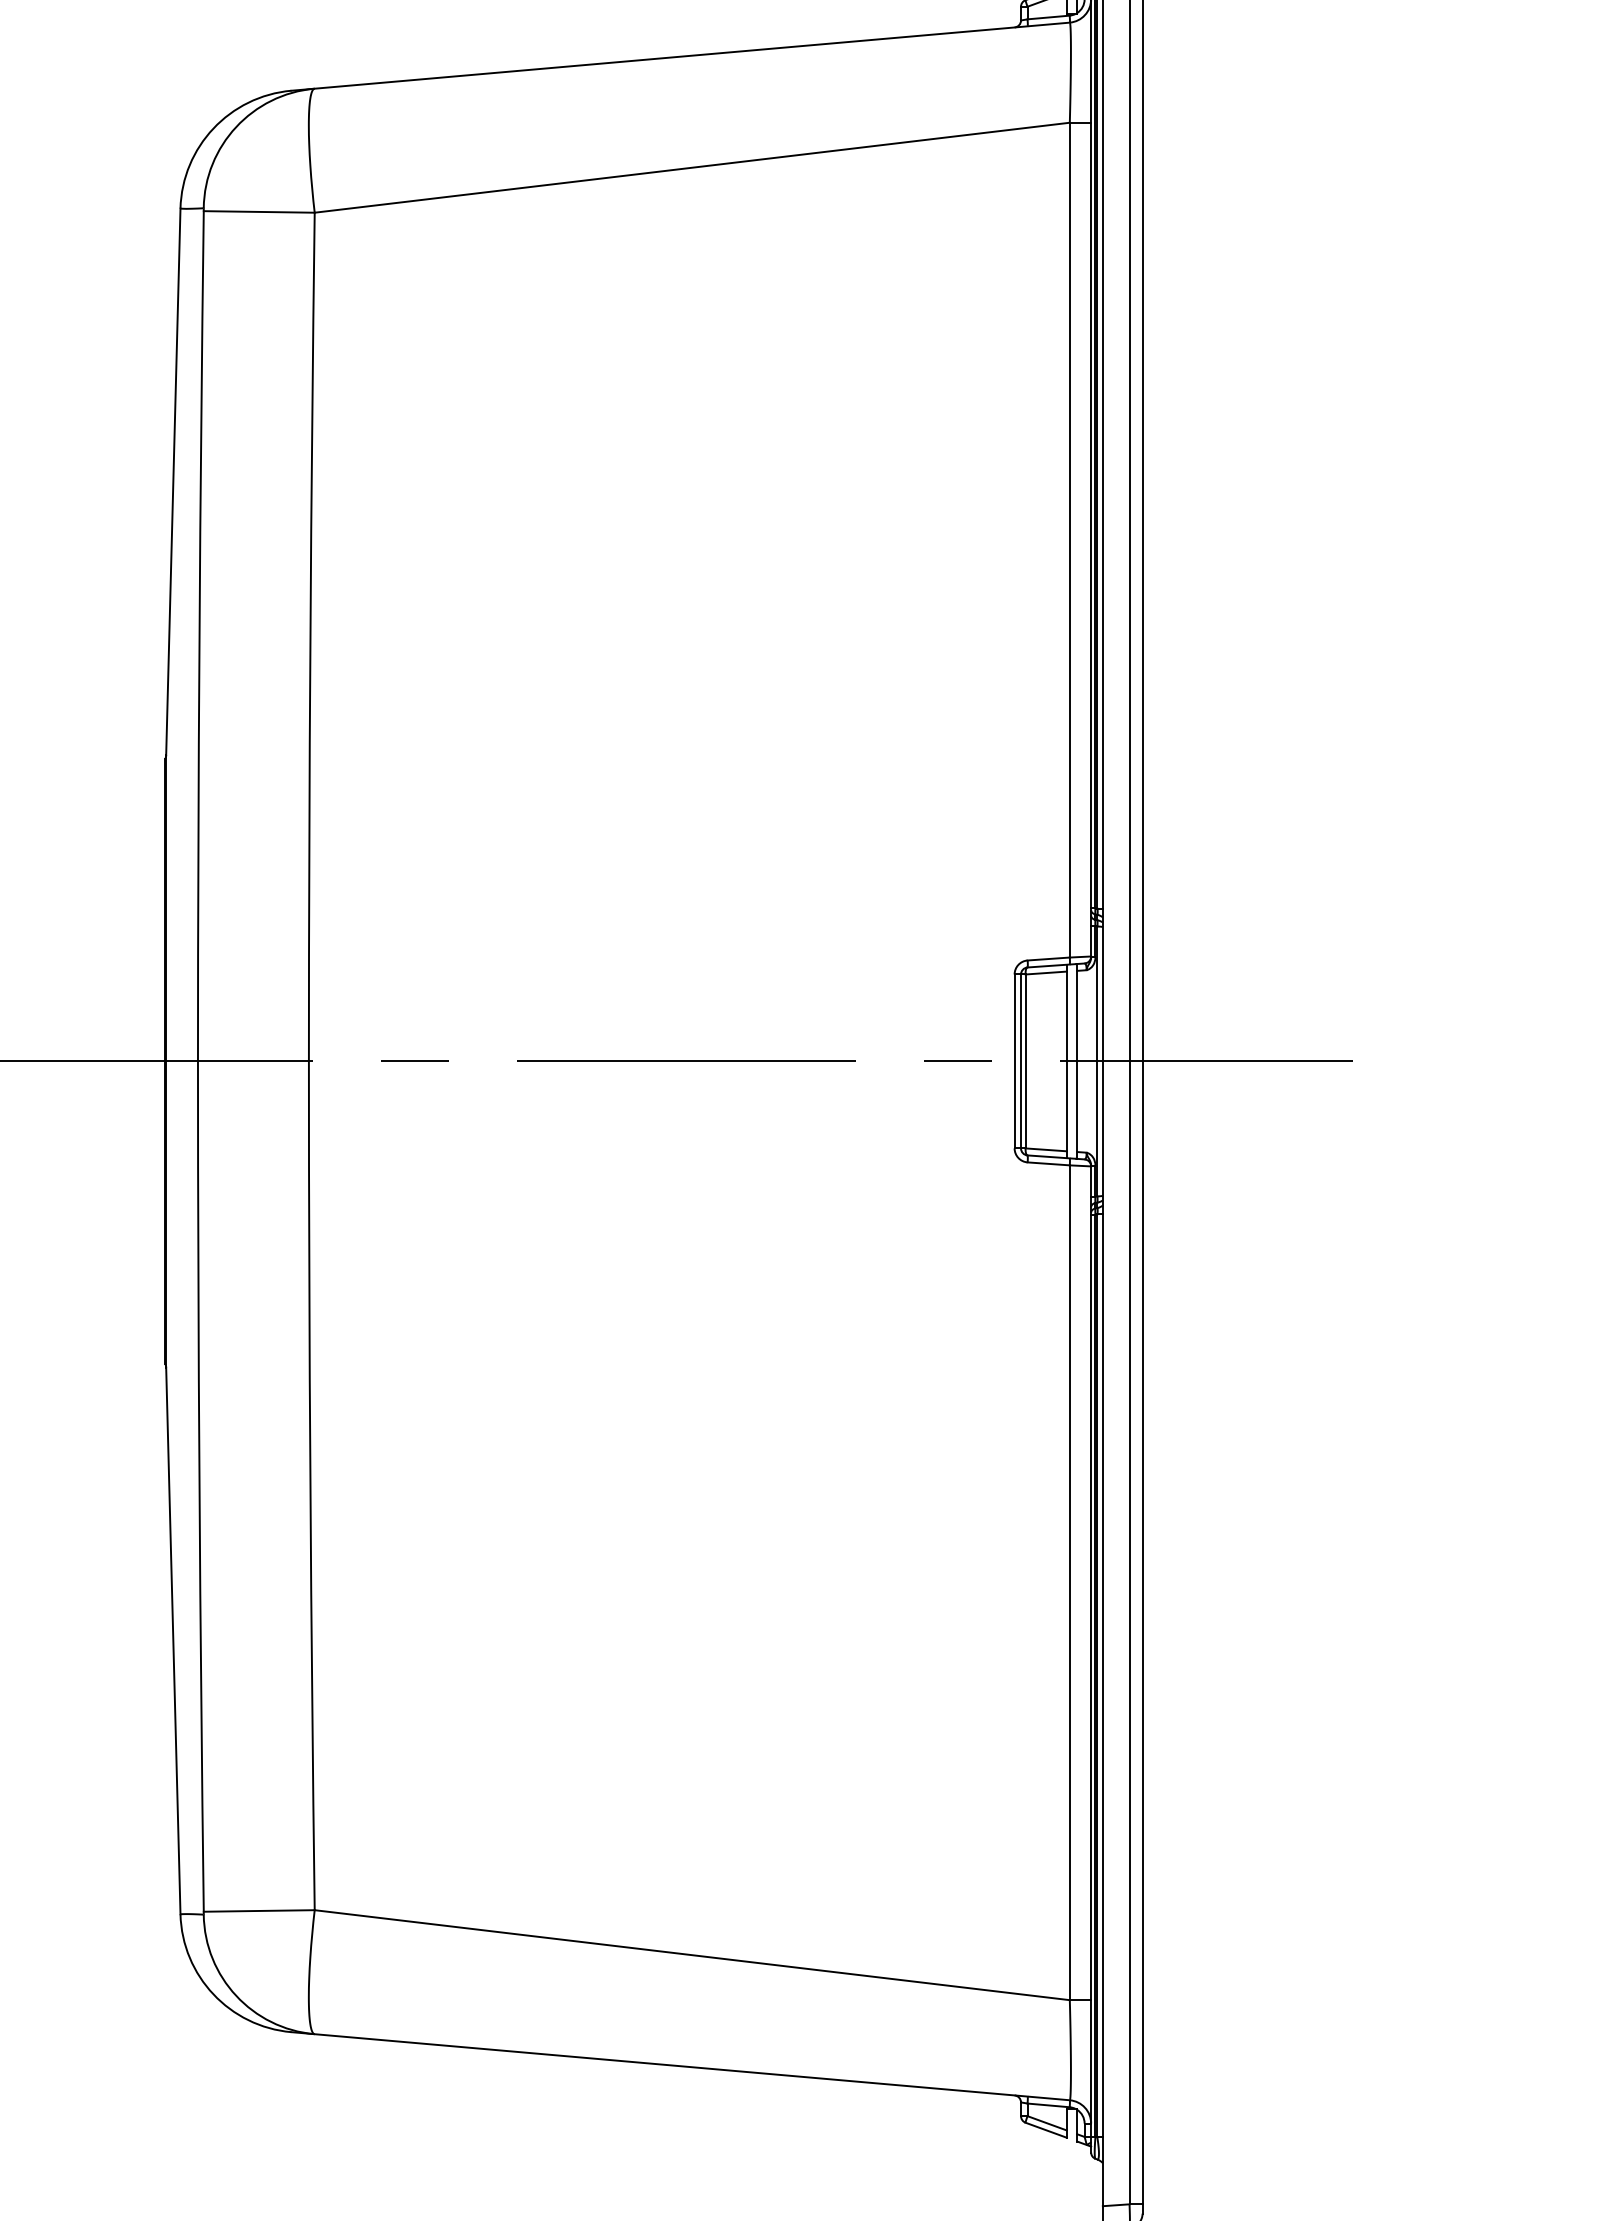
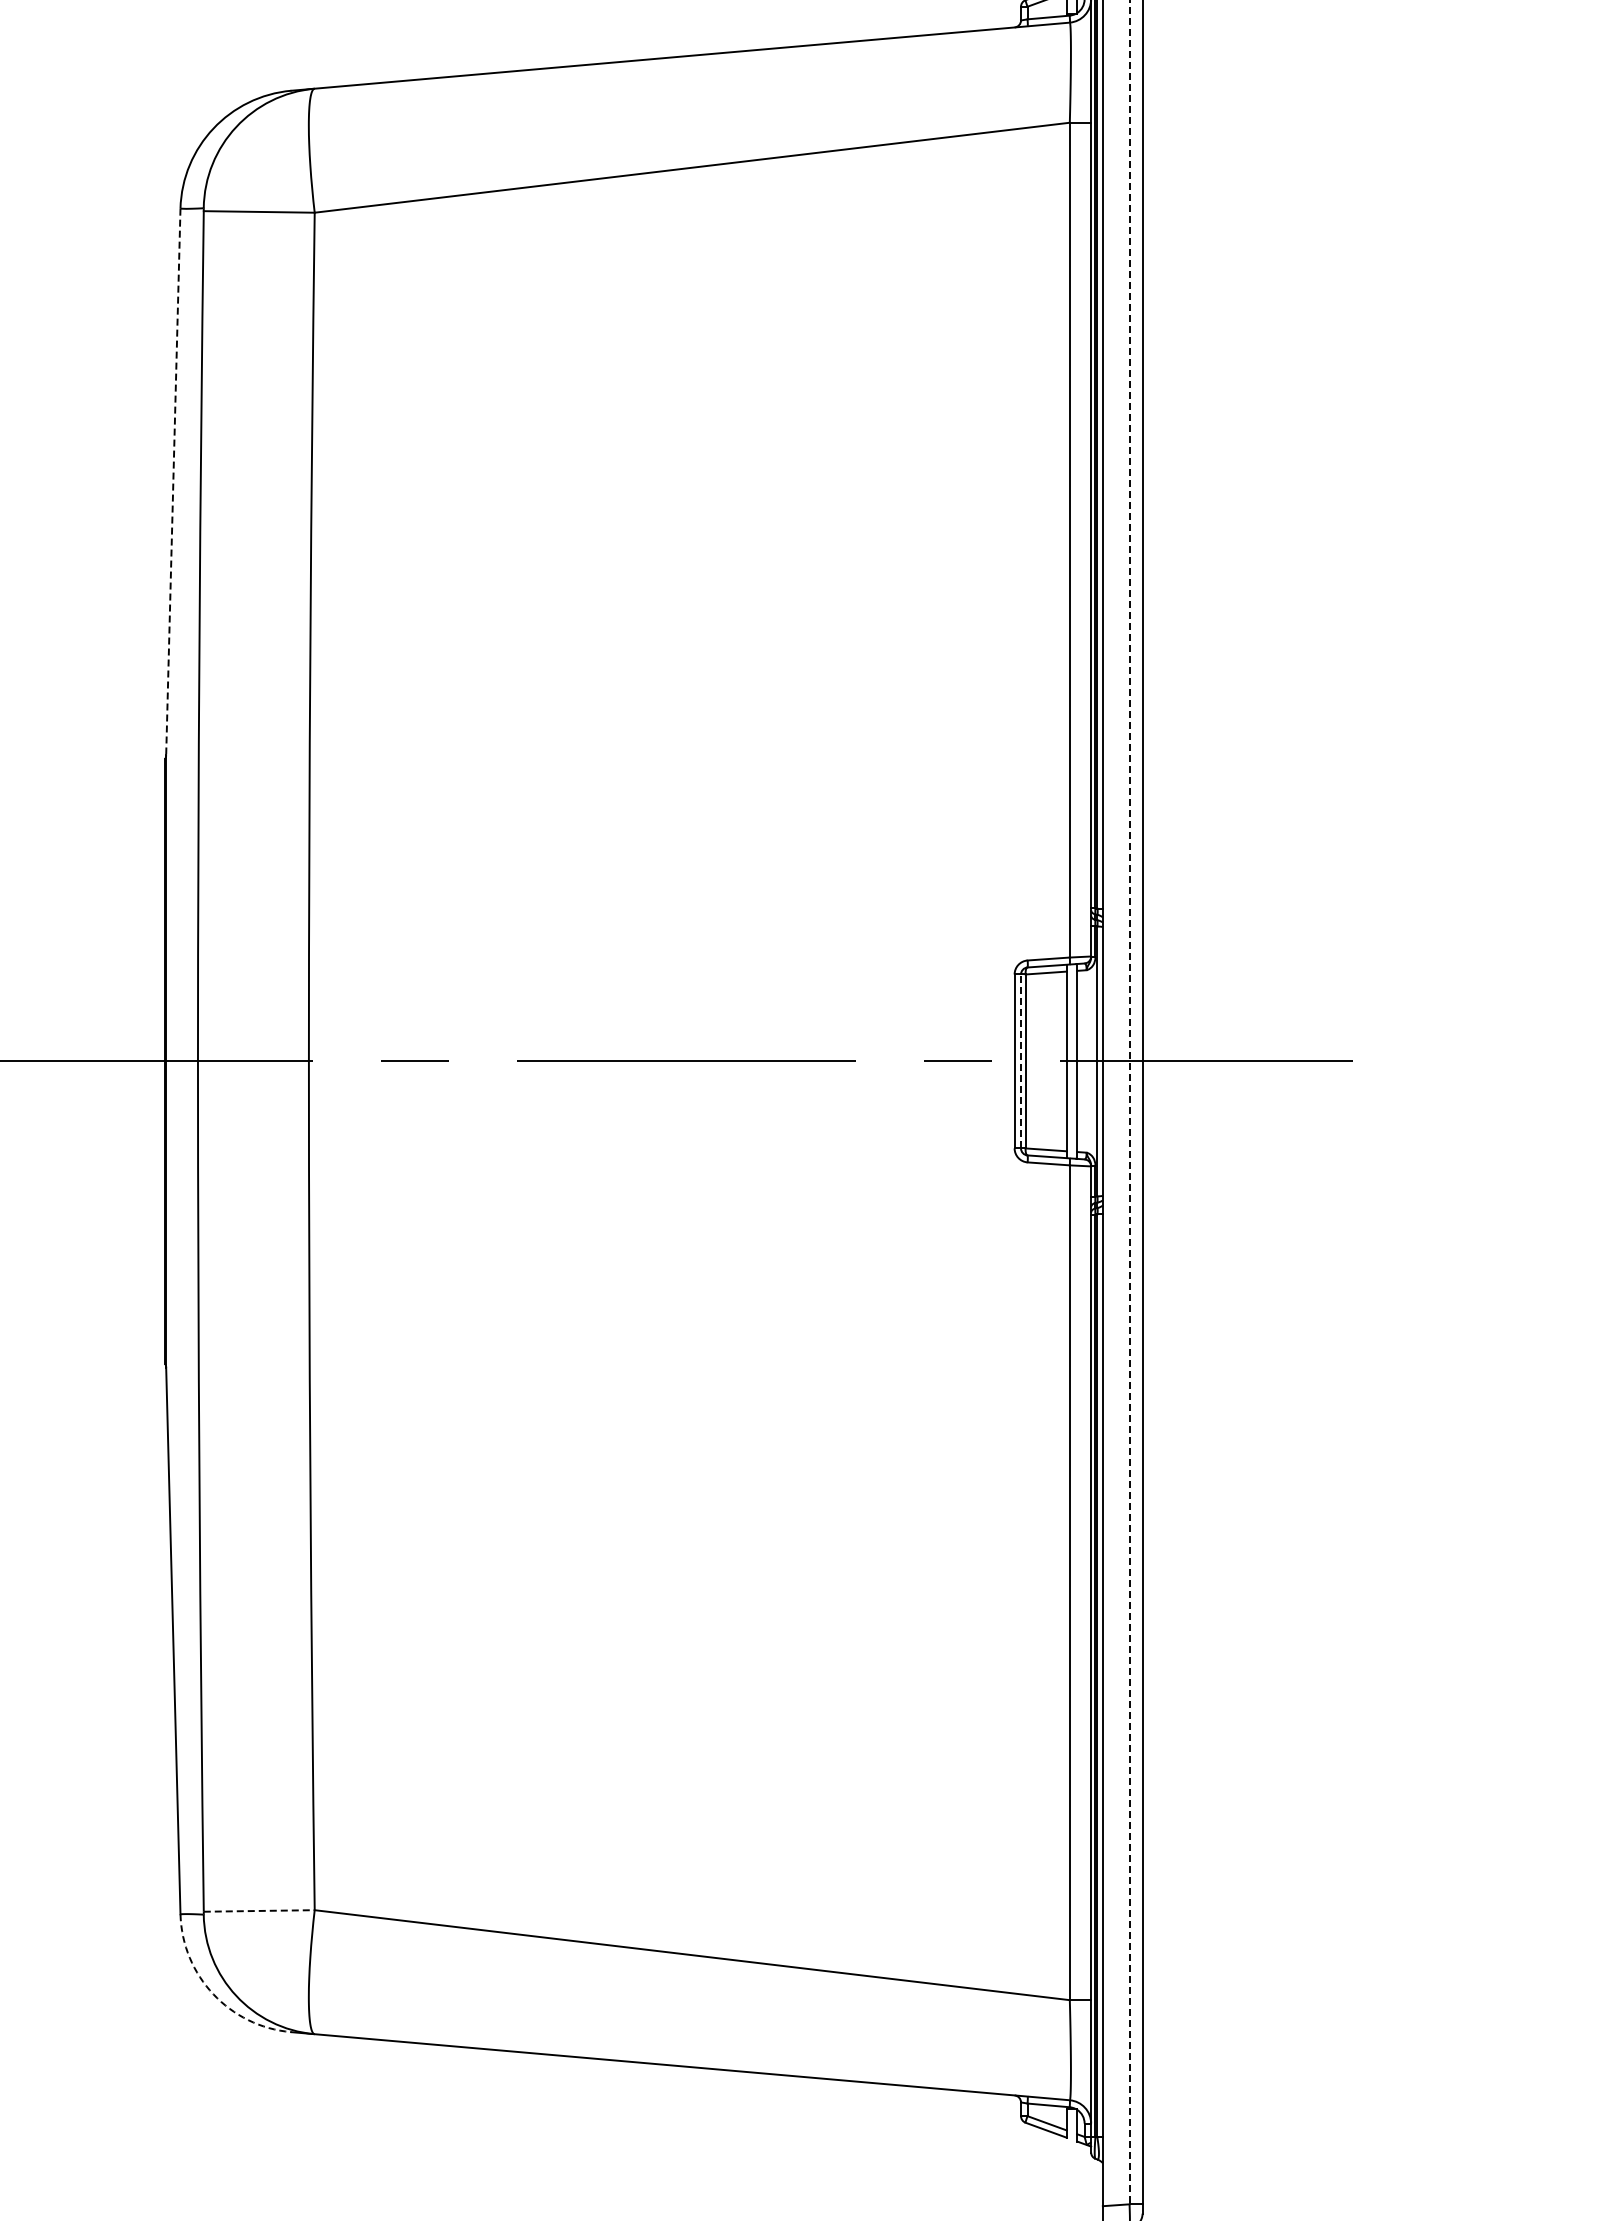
line at (173, 482): solid -> dashed
line at (1021, 1061): solid -> dashed
line at (1129, 1102): solid -> dashed
line at (259, 1910): solid -> dashed
arc at (213, 1994): solid -> dashed
